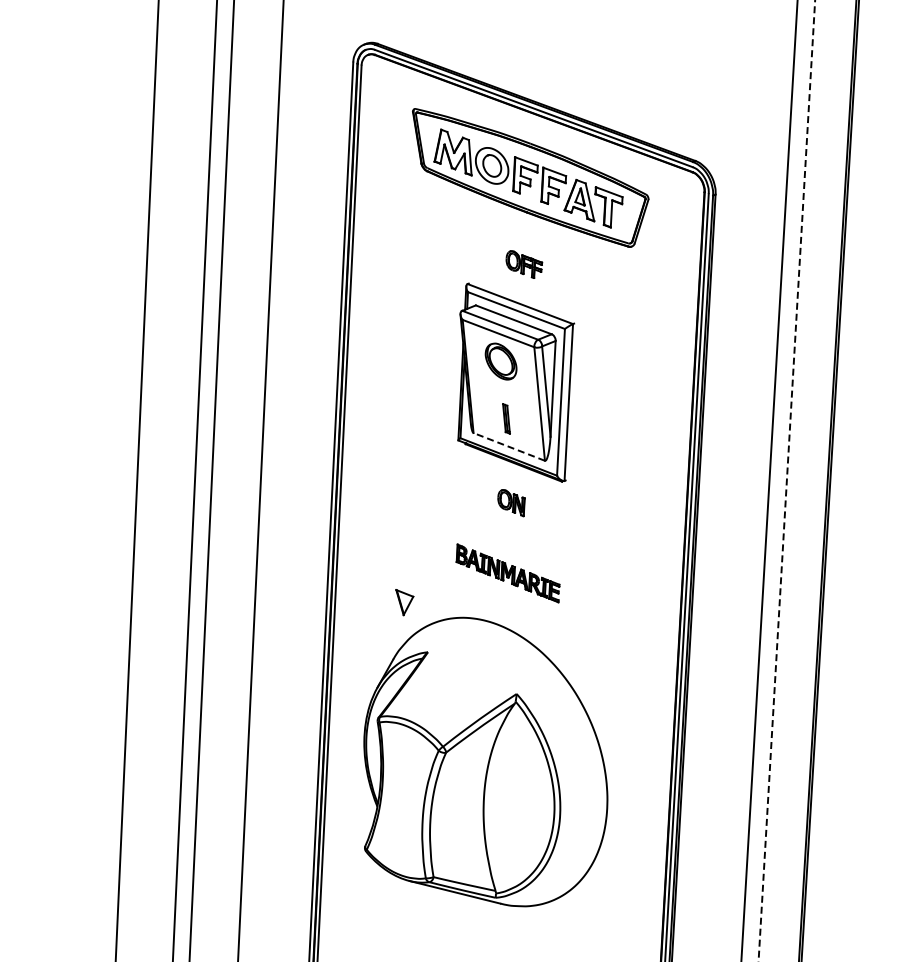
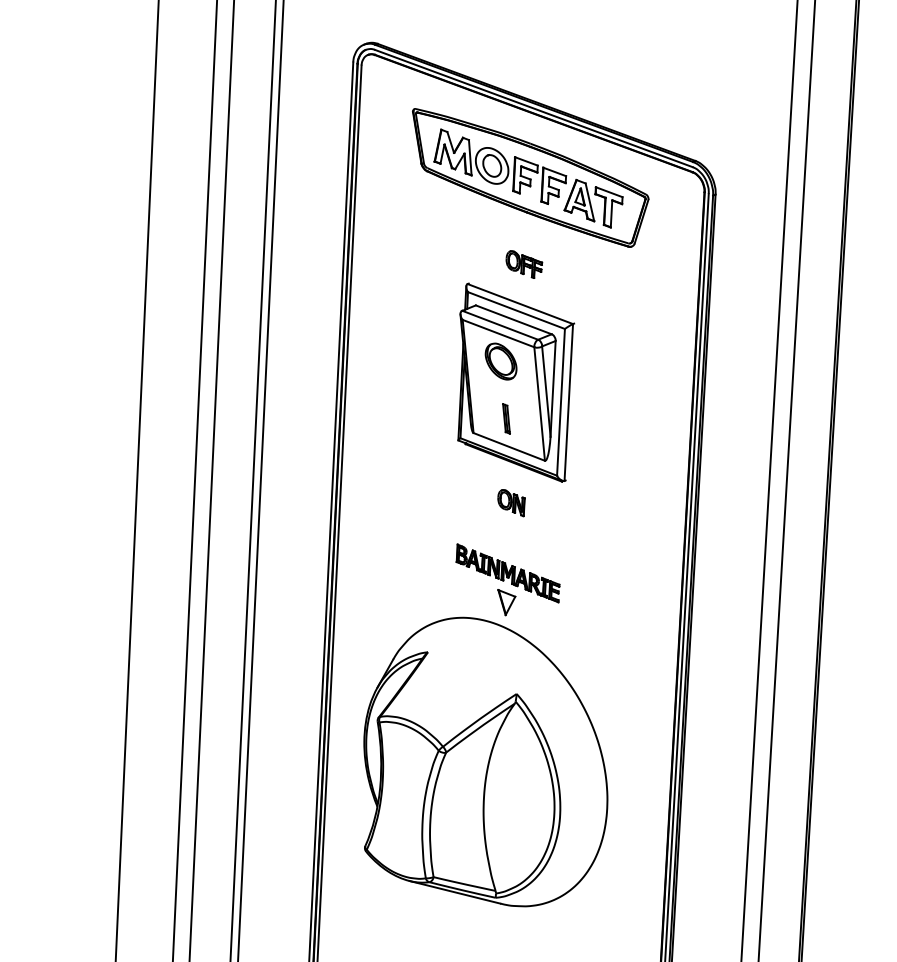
line at (508, 446): dashed -> solid
line at (252, 480): none -> present
line at (786, 481): dashed -> solid
part at (404, 602) position: (404, 602) -> (506, 602)
